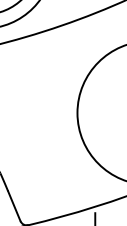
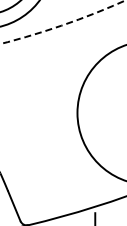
arc at (64, 24): solid -> dashed
